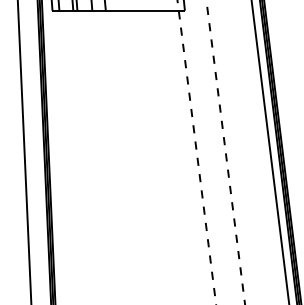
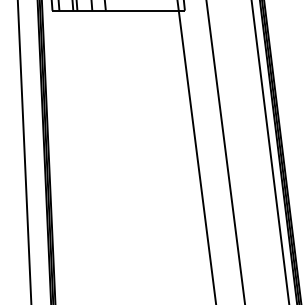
line at (196, 152): dashed -> solid
line at (225, 152): dashed -> solid
